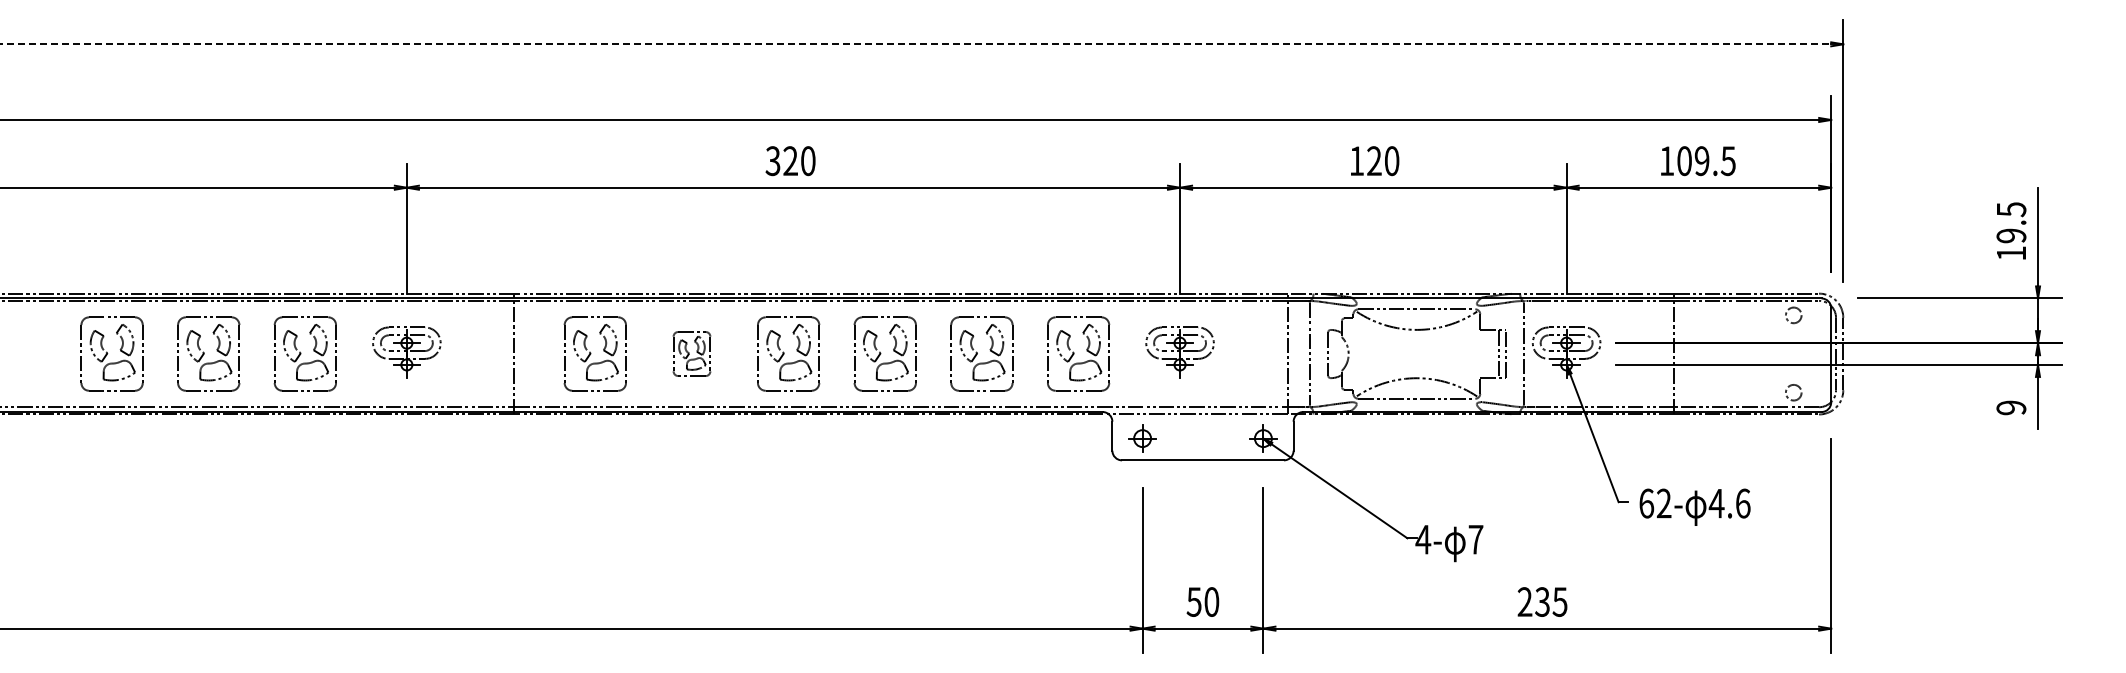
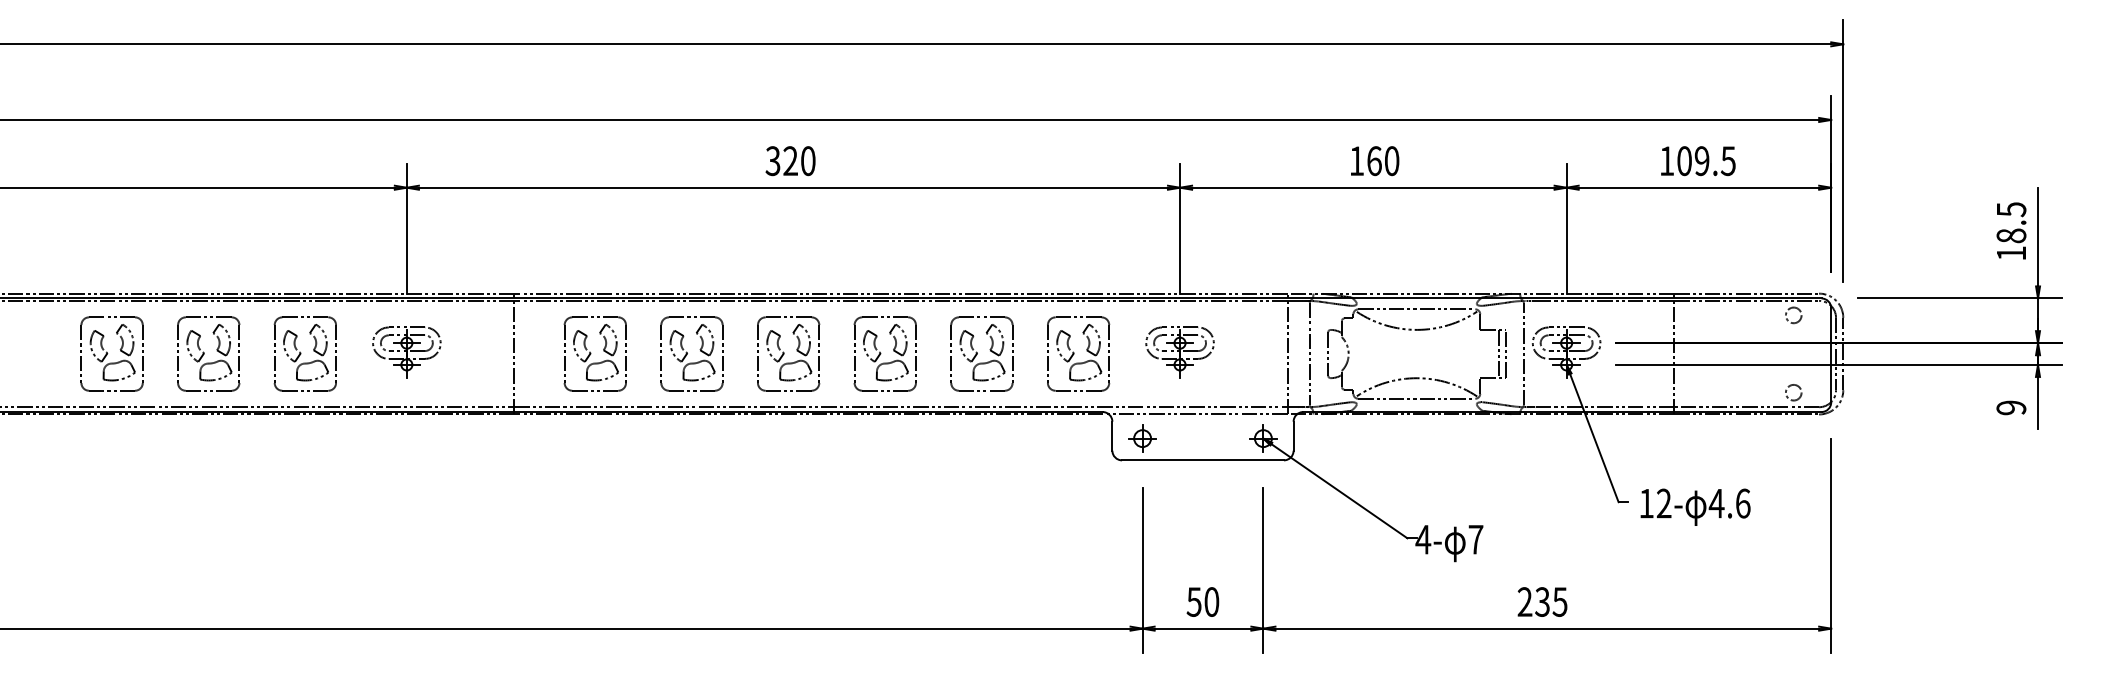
line at (916, 44): dashed -> solid
text at (1374, 161): 120 -> 160
text at (2011, 235): 19.5 -> 18.5
part at (691, 353) size: 40x46 px -> 64x76 px
text at (1646, 503): 62- -> 12-
